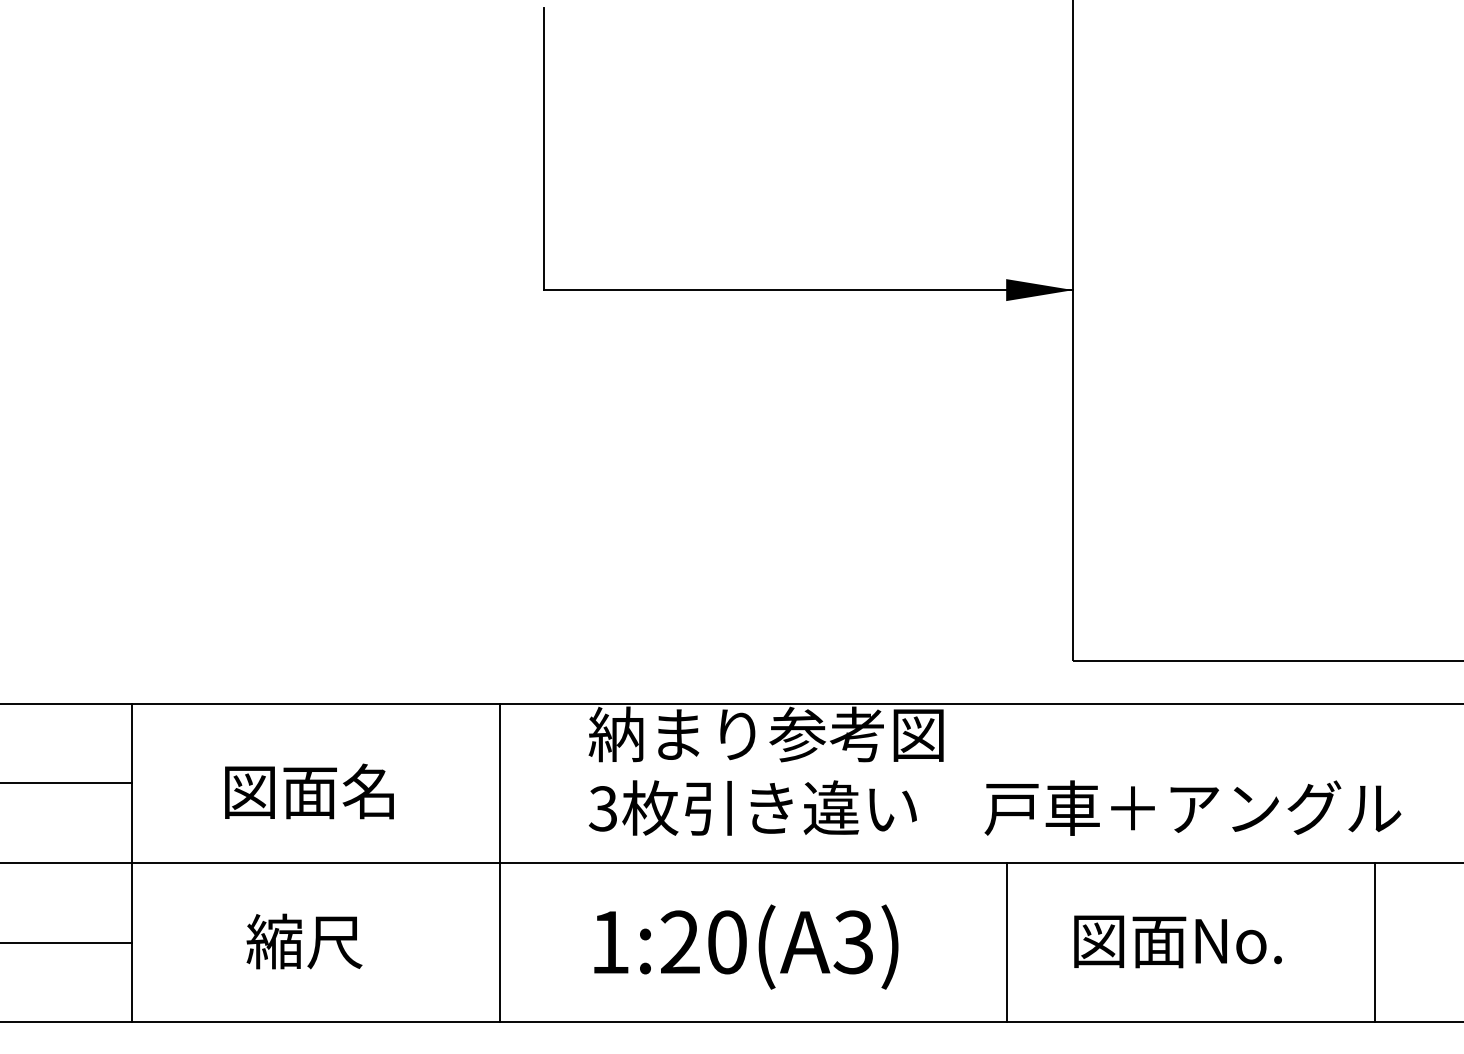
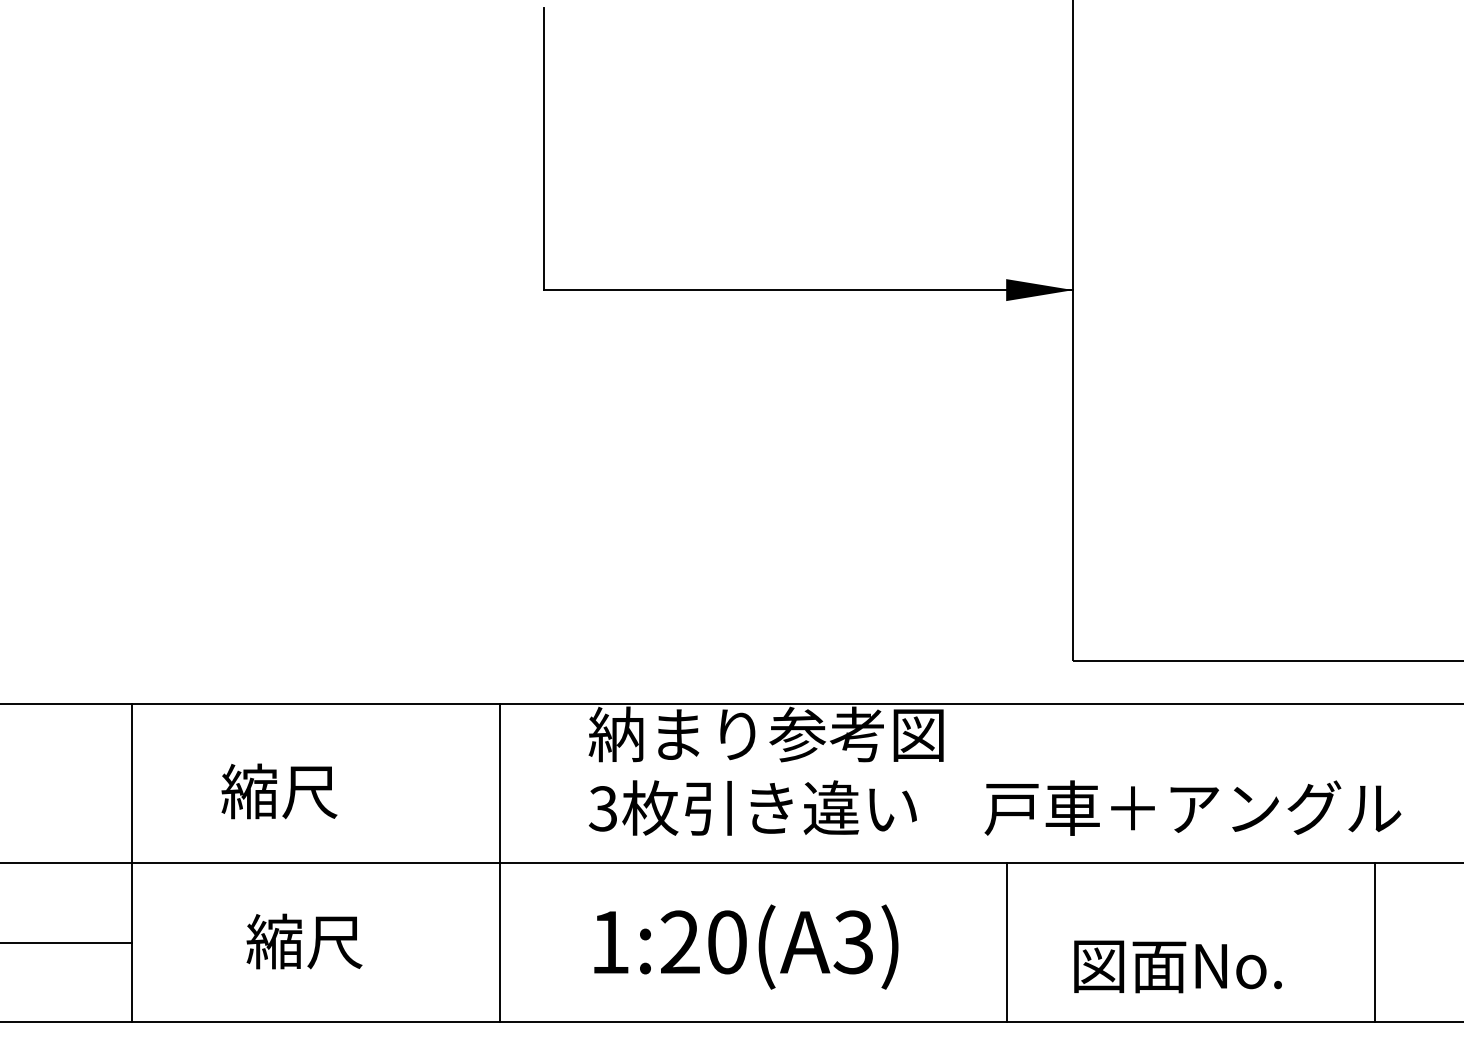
line at (67, 783): present -> none
text at (307, 791): 図面名 -> 縮尺
text at (1177, 941) position: (1177, 941) -> (1177, 966)
